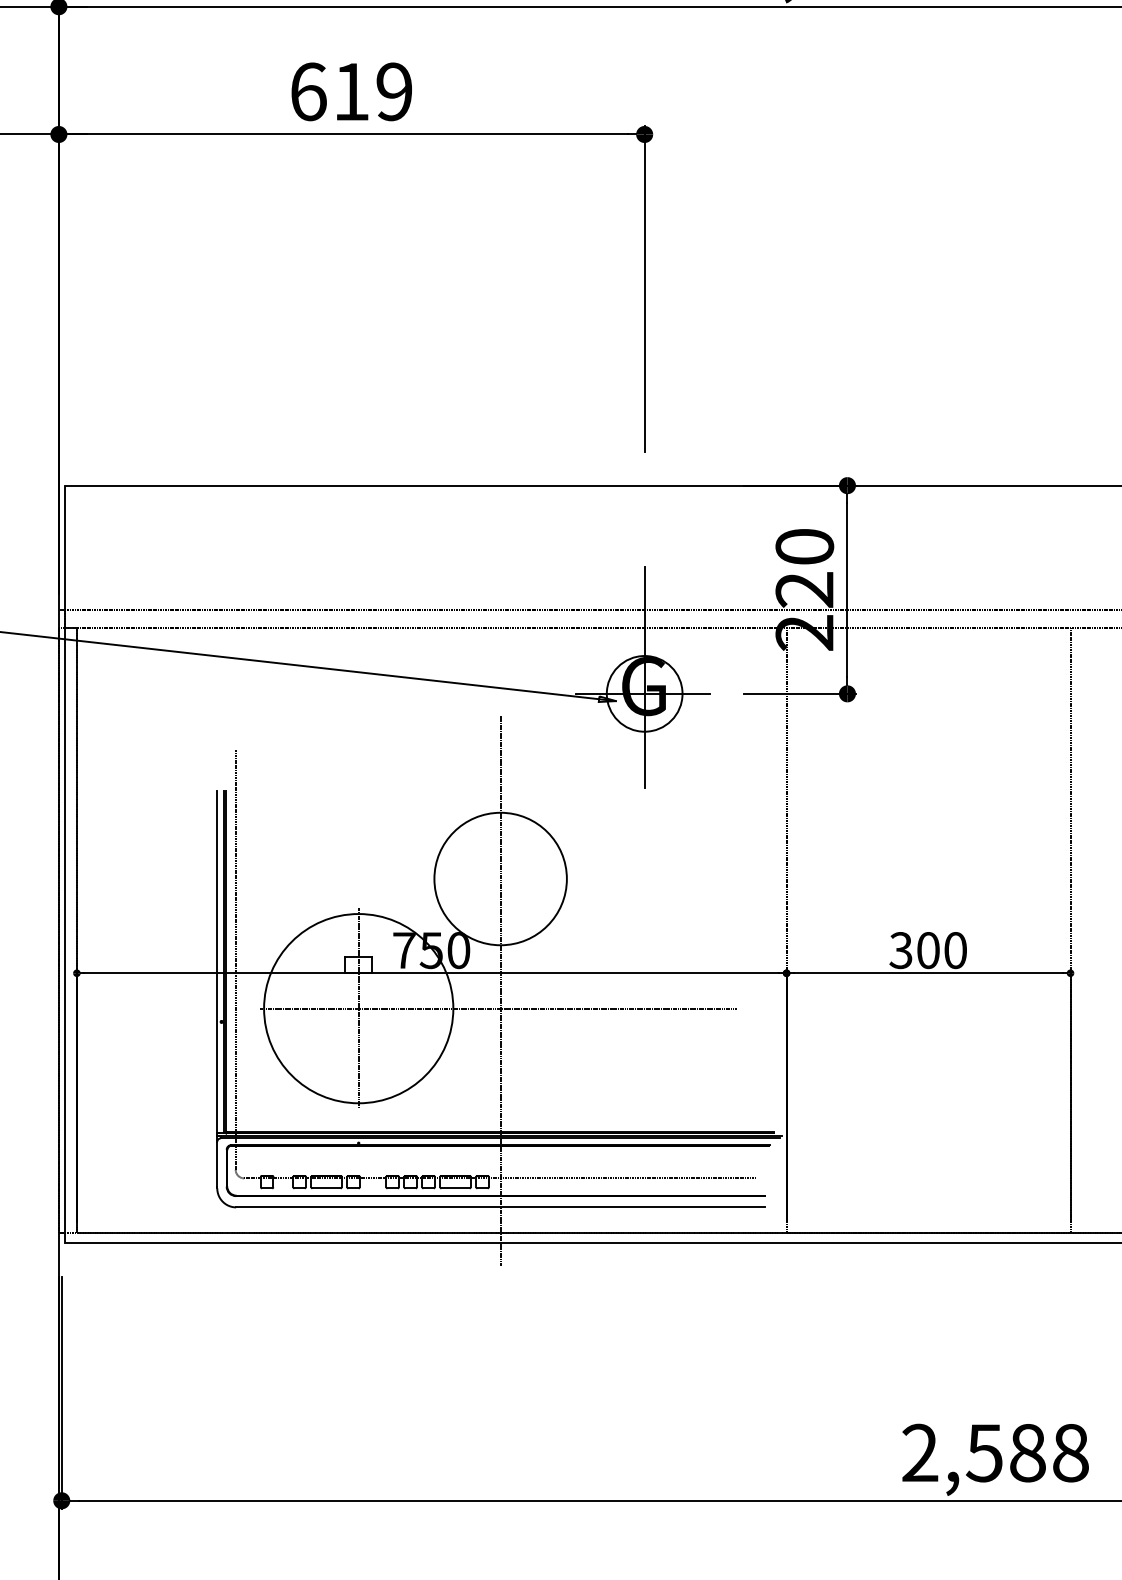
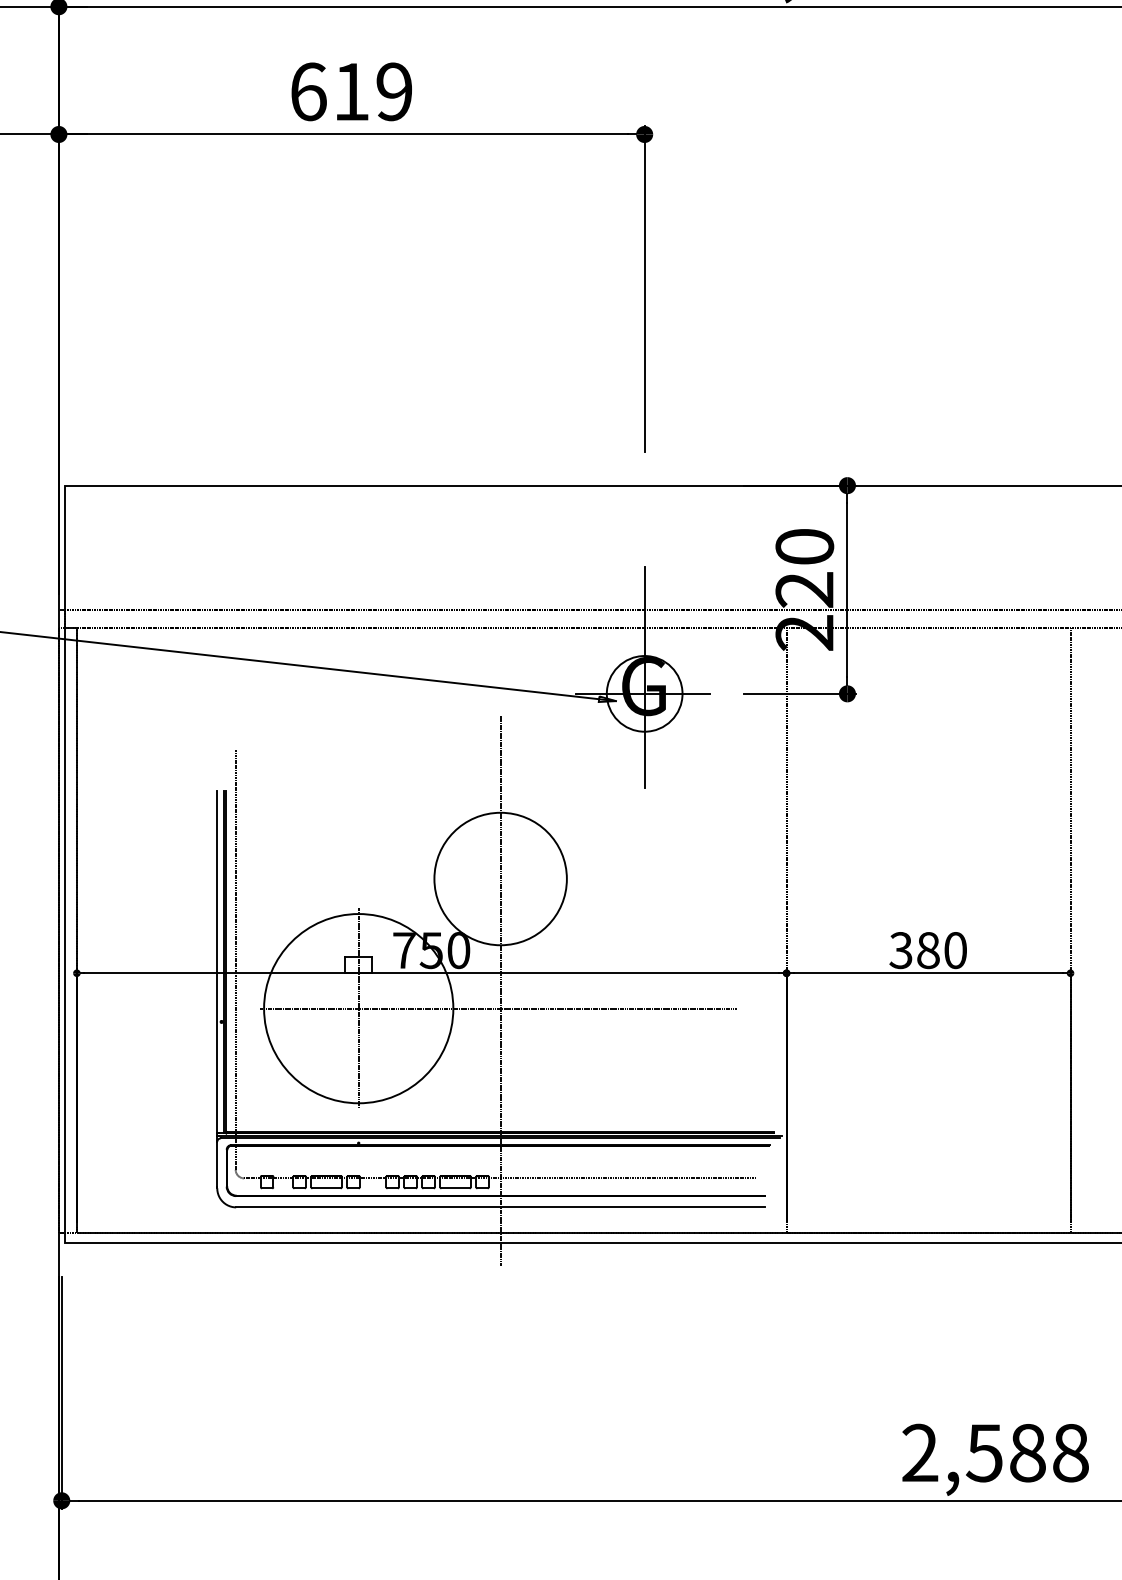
text at (928, 950): 300 -> 380
